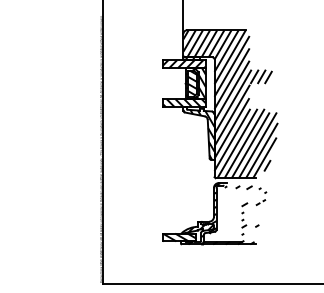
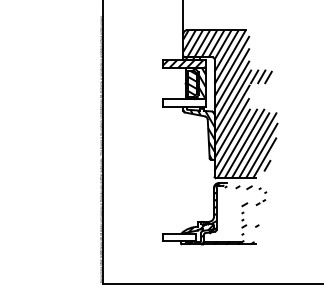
hatch at (184, 103): present -> none
hatch at (179, 237): present -> none
